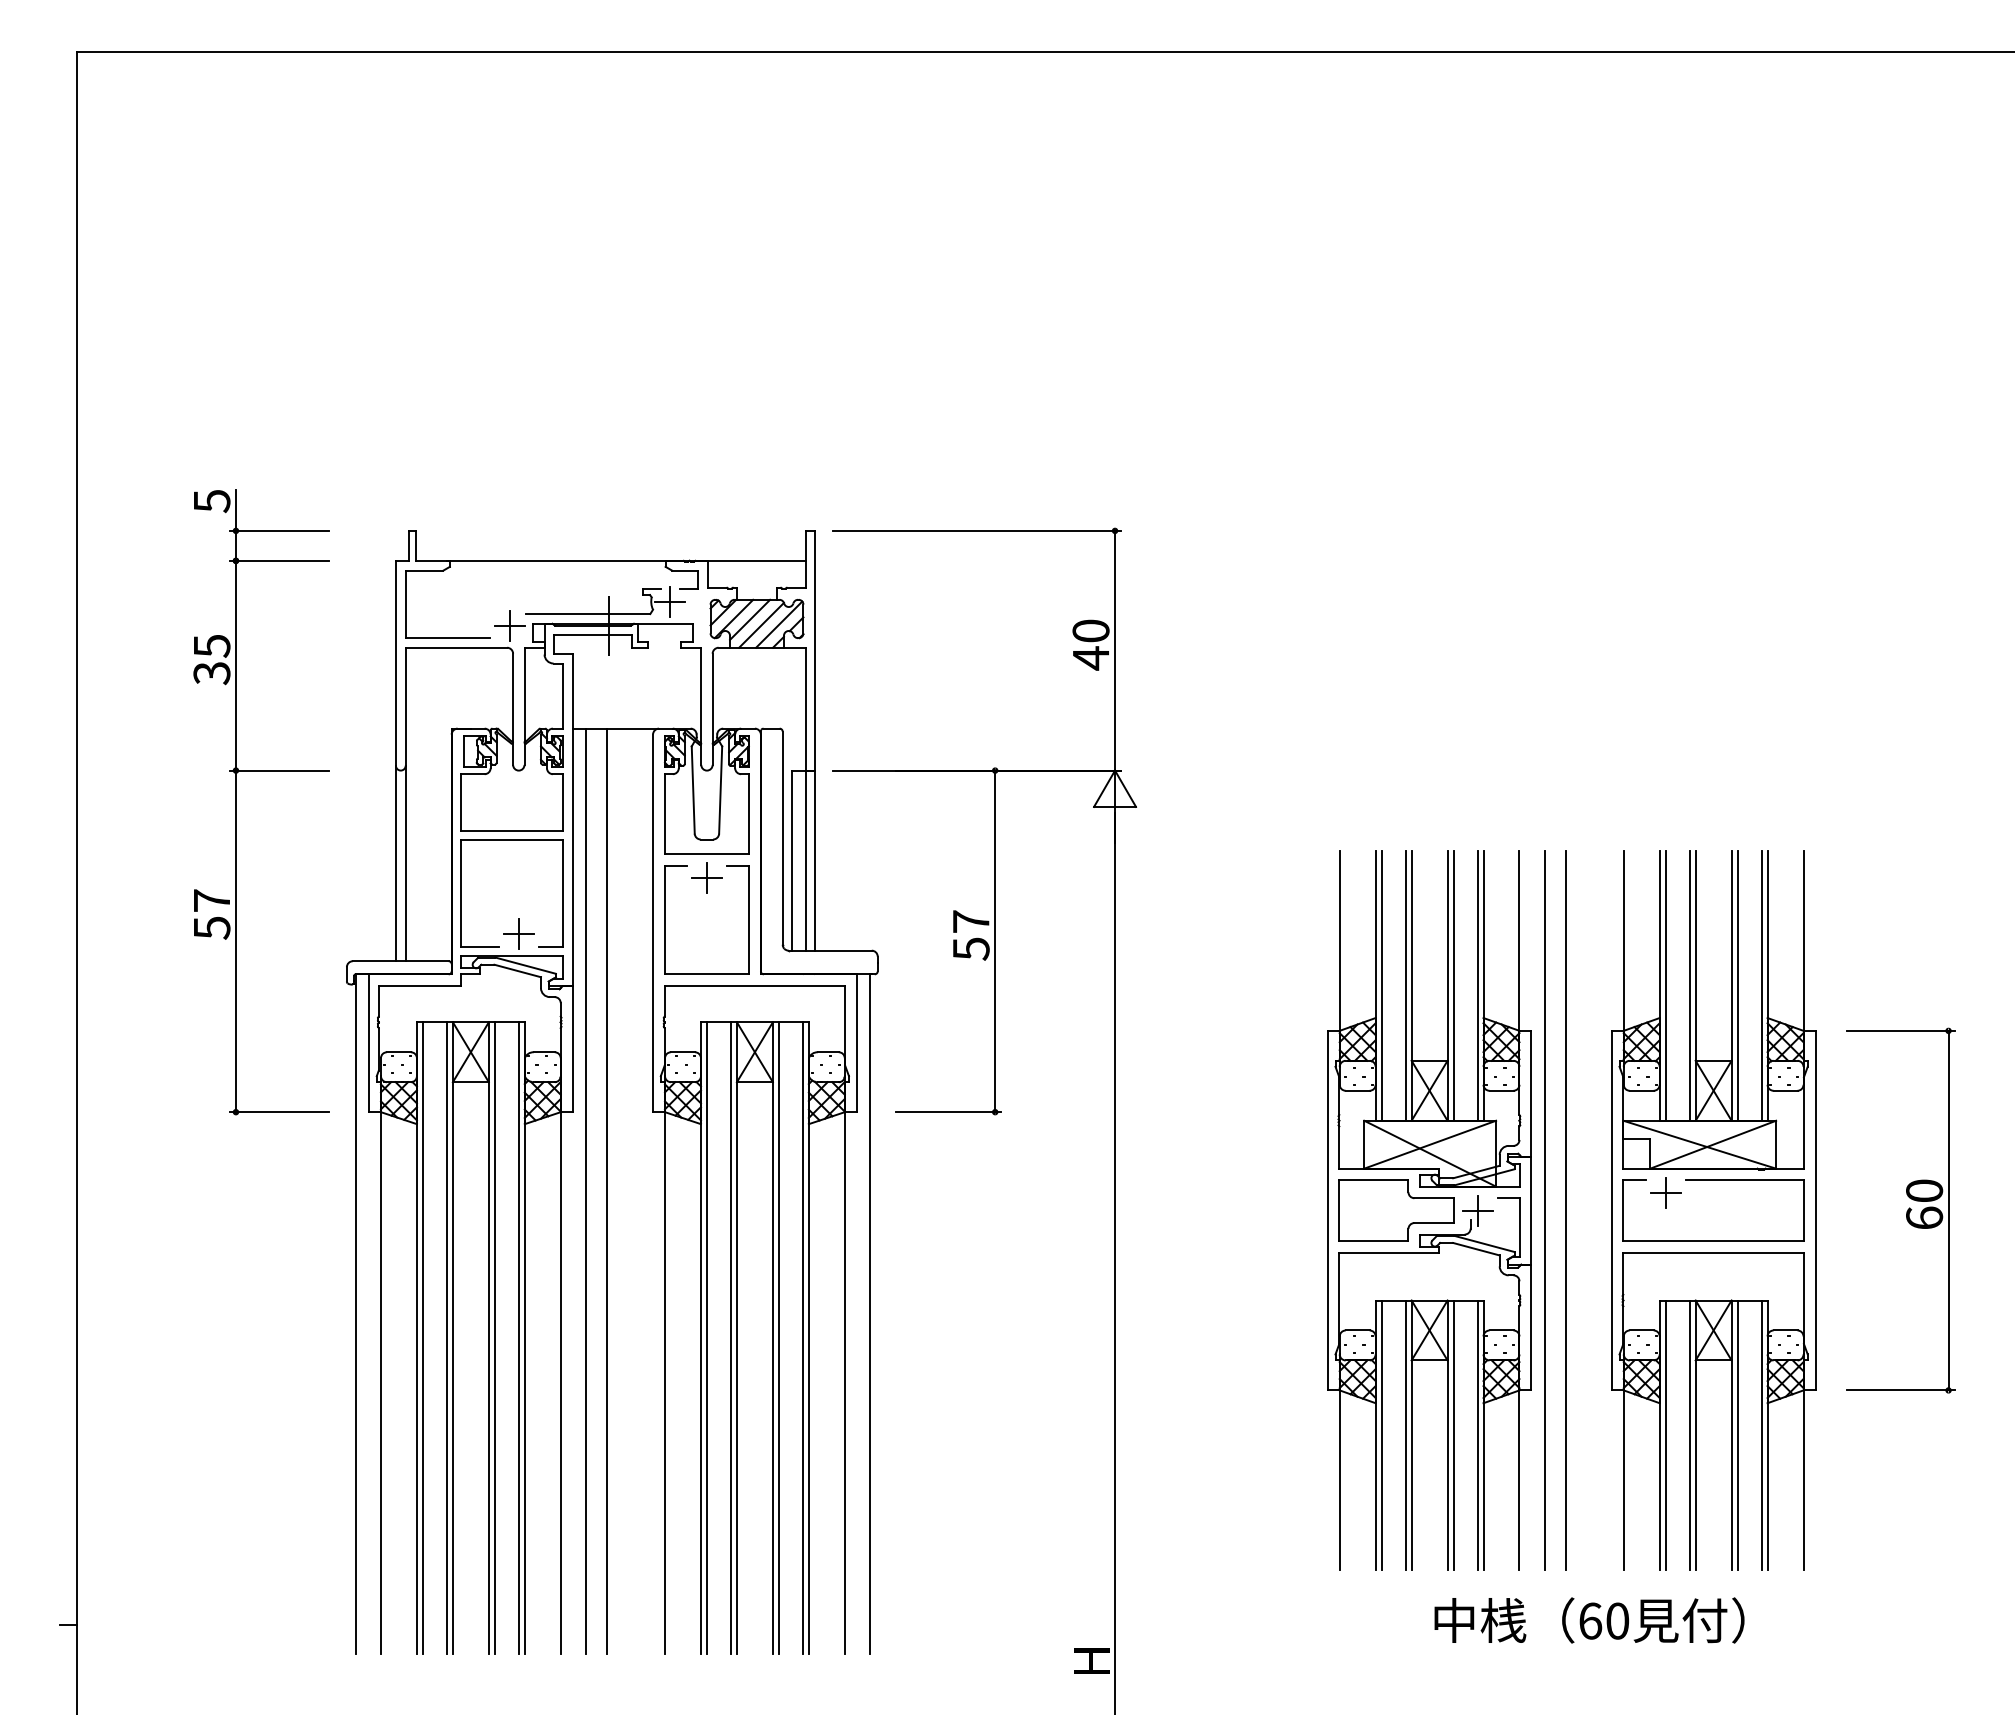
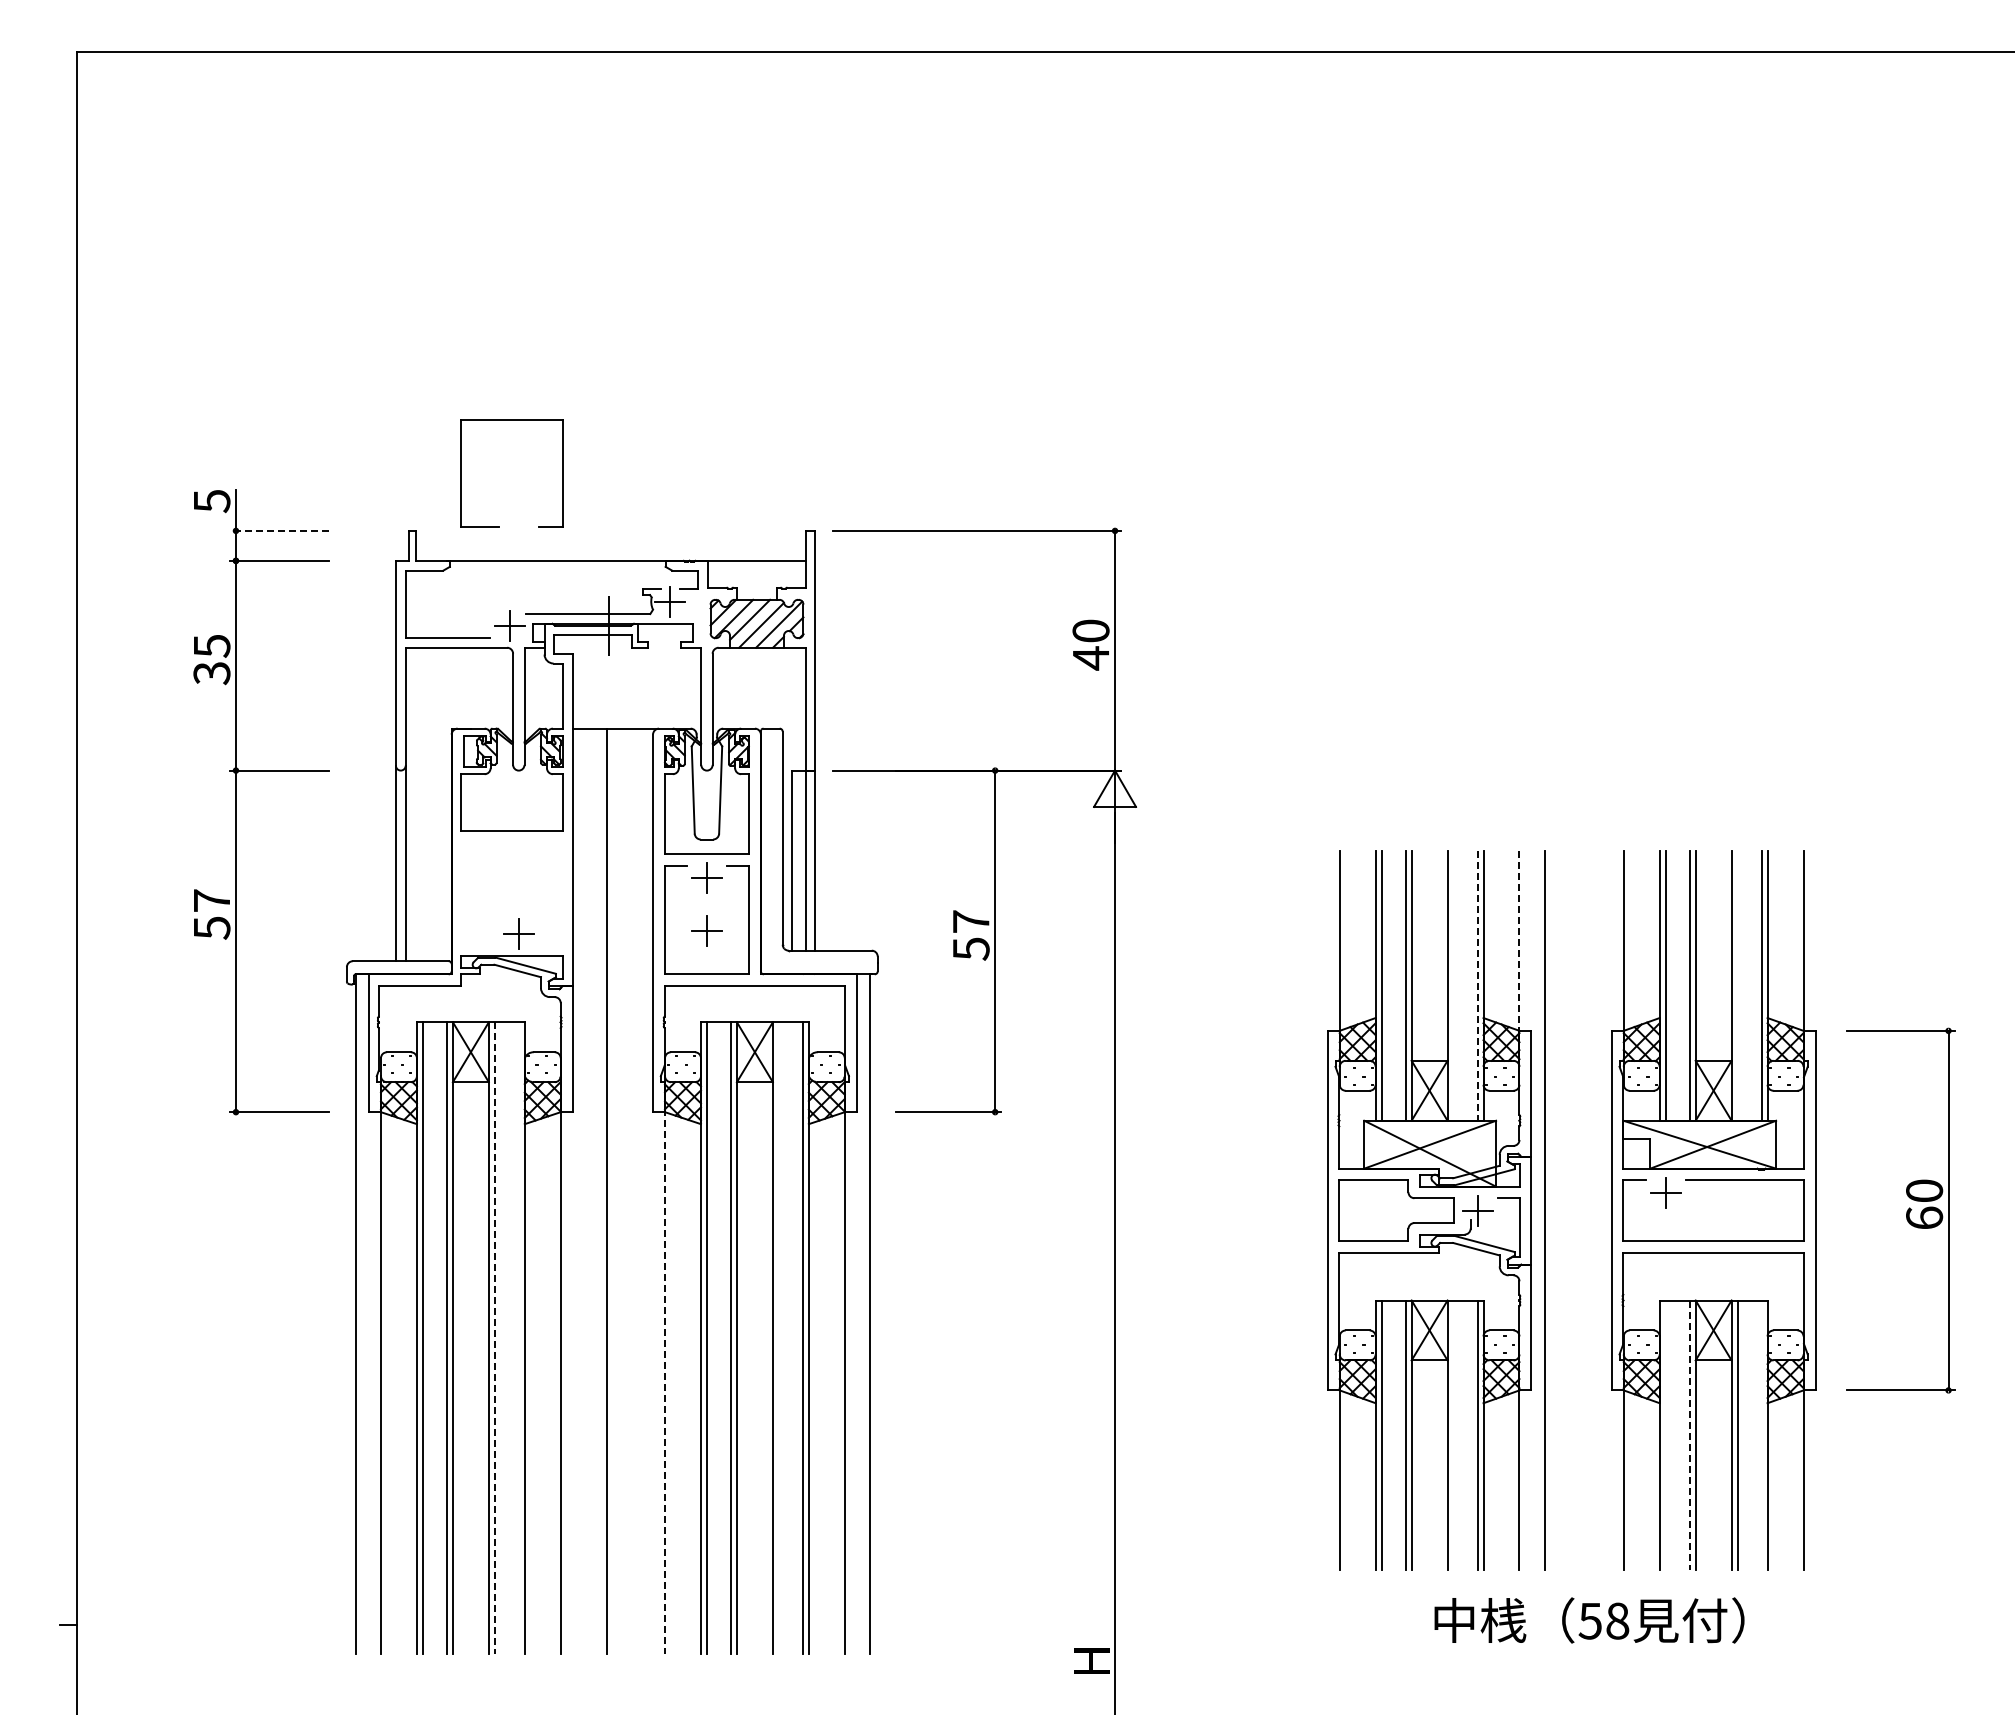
line at (278, 530): solid -> dashed
part at (461, 893) position: (461, 893) -> (461, 473)
part at (706, 930): none -> present
line at (1519, 942): solid -> dashed
line at (1453, 985): present -> none
line at (1477, 985): solid -> dashed
line at (1737, 985): present -> none
line at (585, 1191): present -> none
line at (1565, 1210): present -> none
line at (494, 1338): solid -> dashed
line at (518, 1338): present -> none
line at (778, 1338): present -> none
line at (665, 1381): solid -> dashed
line at (1453, 1435): present -> none
line at (1665, 1435): present -> none
line at (1689, 1435): solid -> dashed
line at (1761, 1435): present -> none
text at (1603, 1620): 60 -> 58
